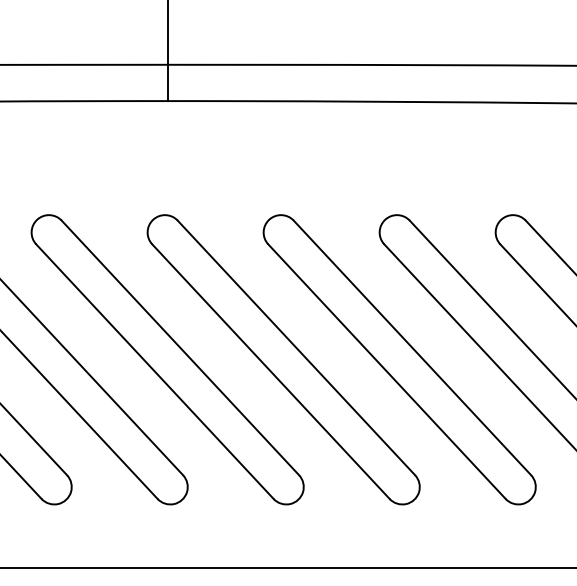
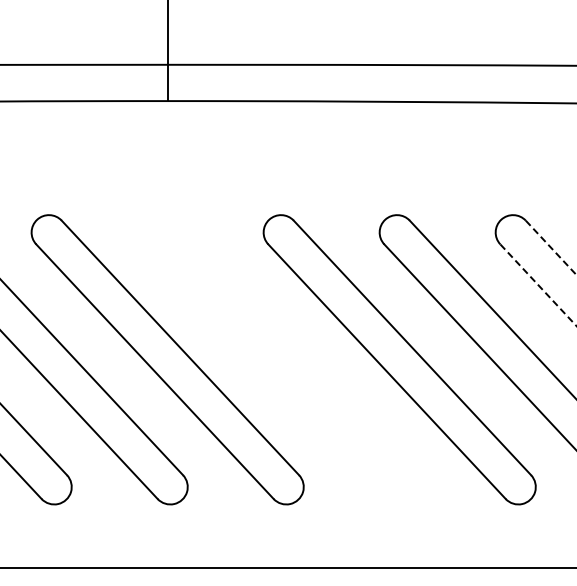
line at (551, 248): solid -> dashed
line at (538, 285): solid -> dashed
part at (283, 359): present -> none
